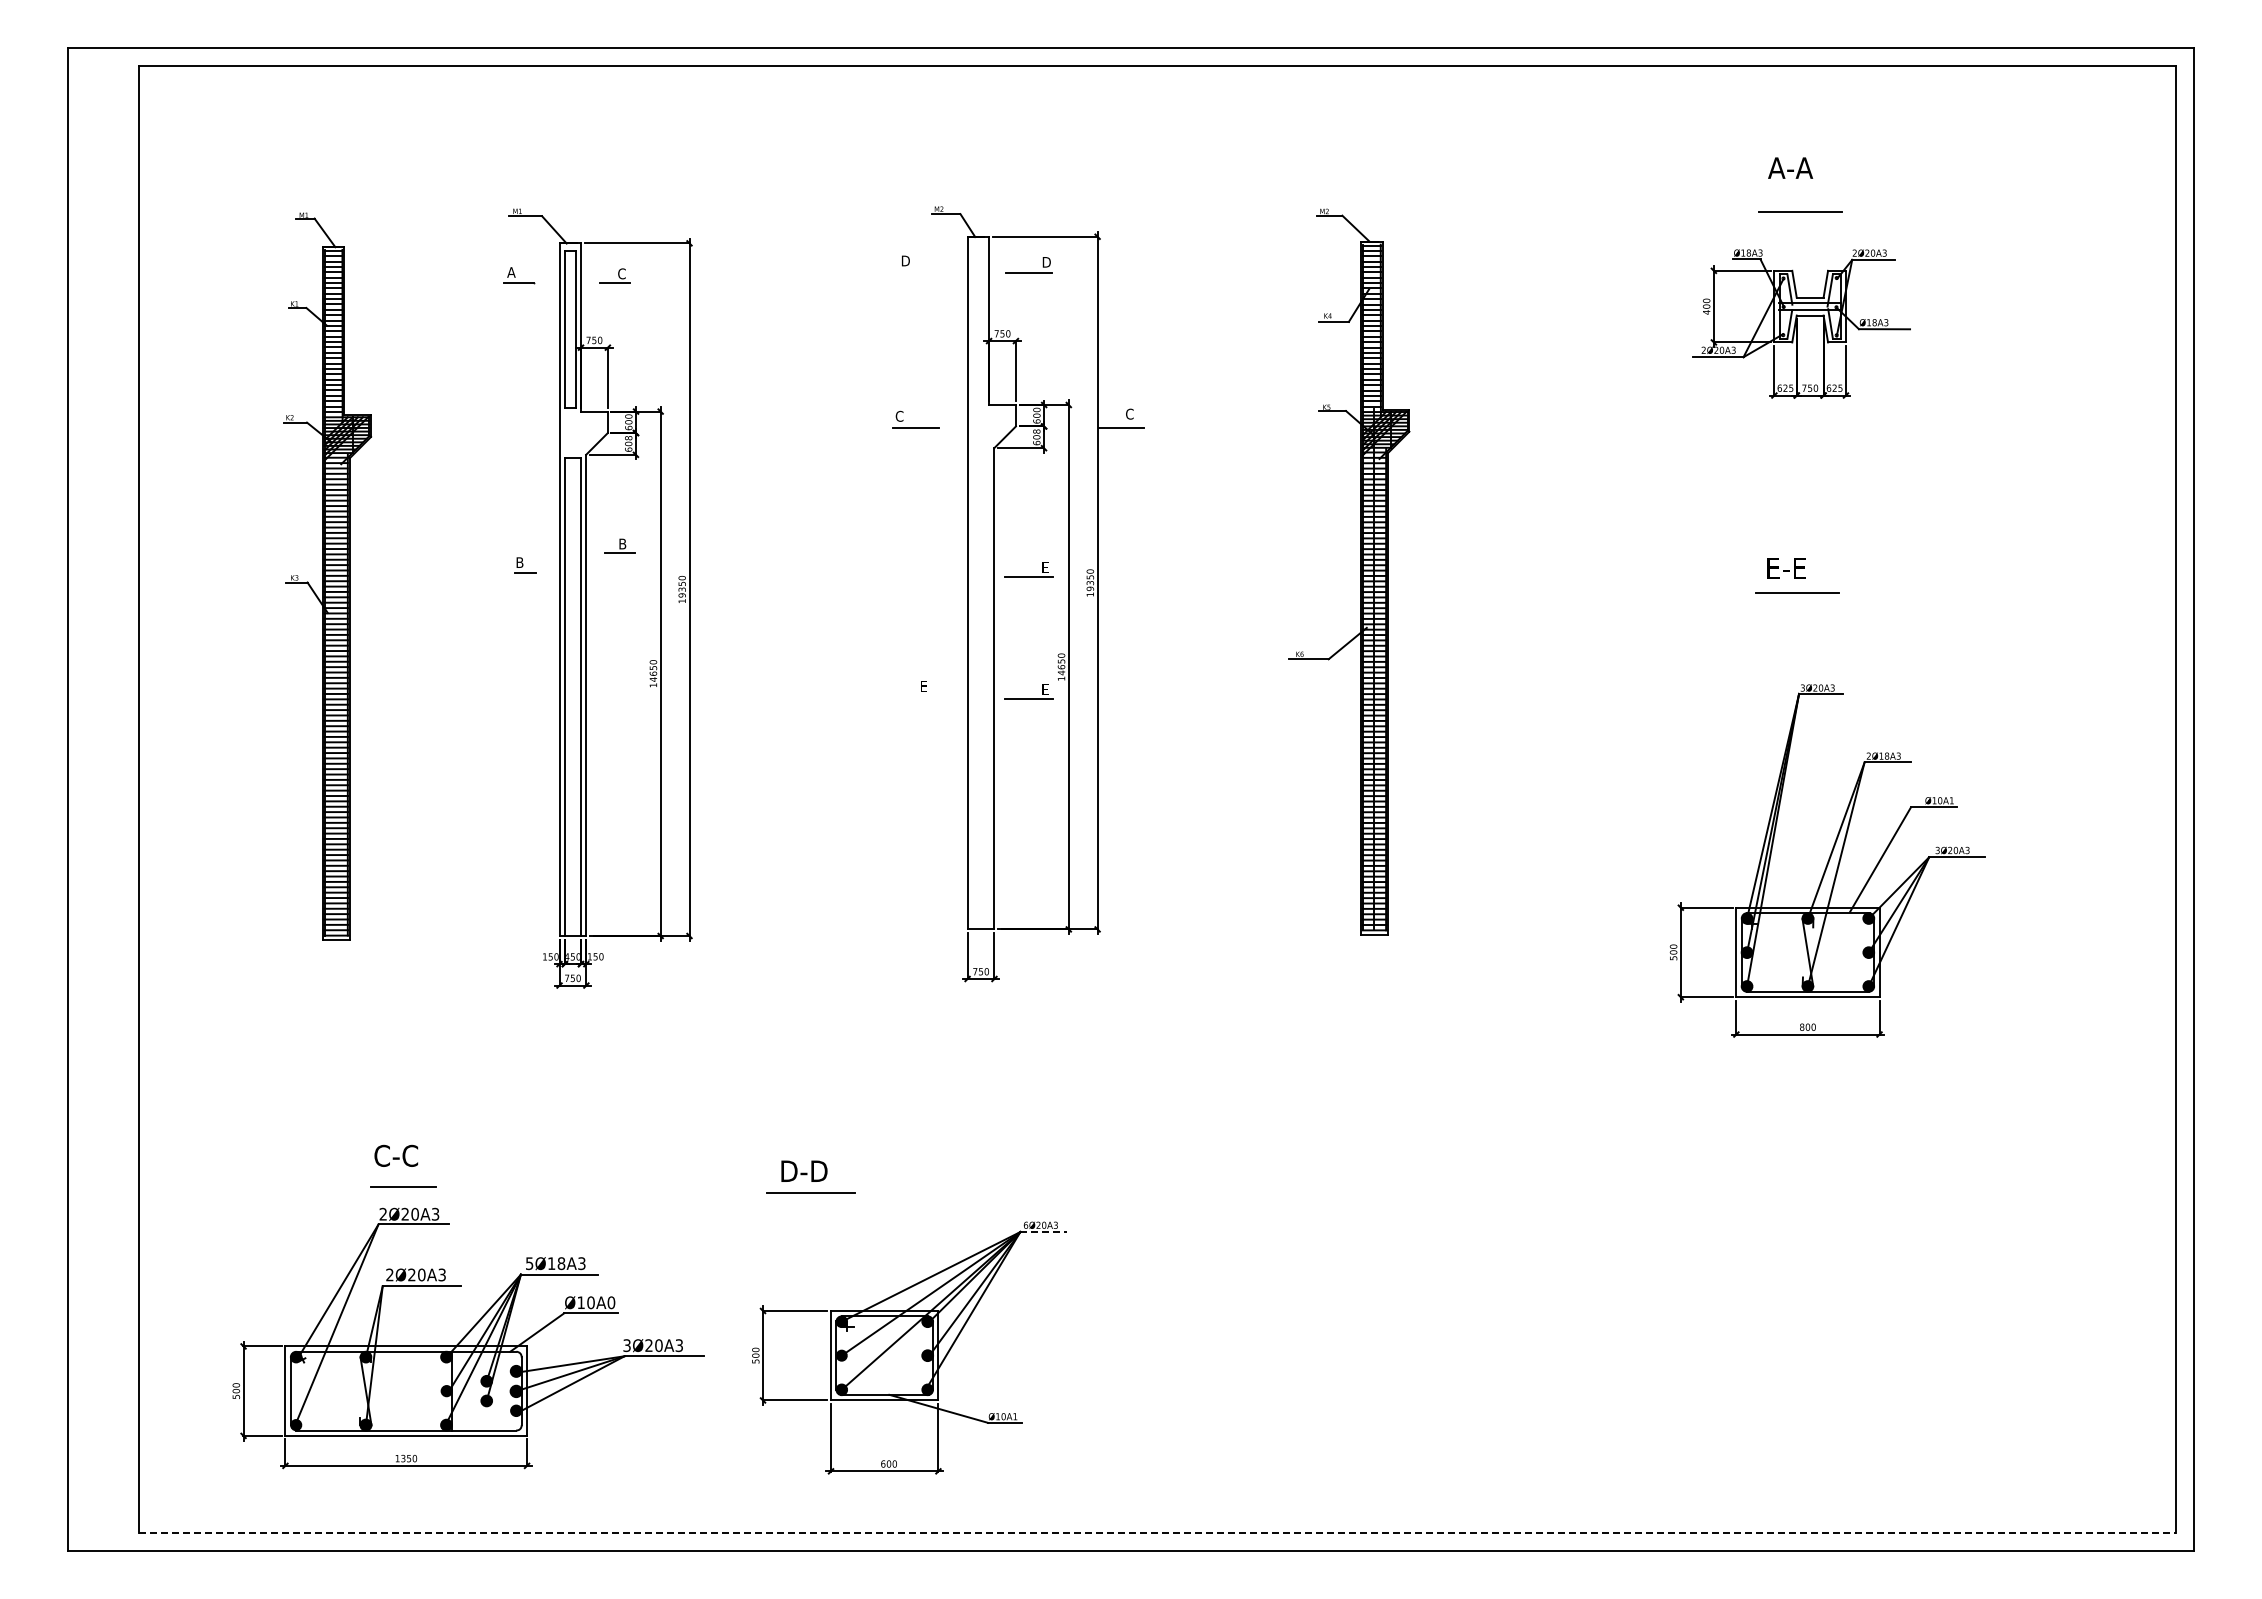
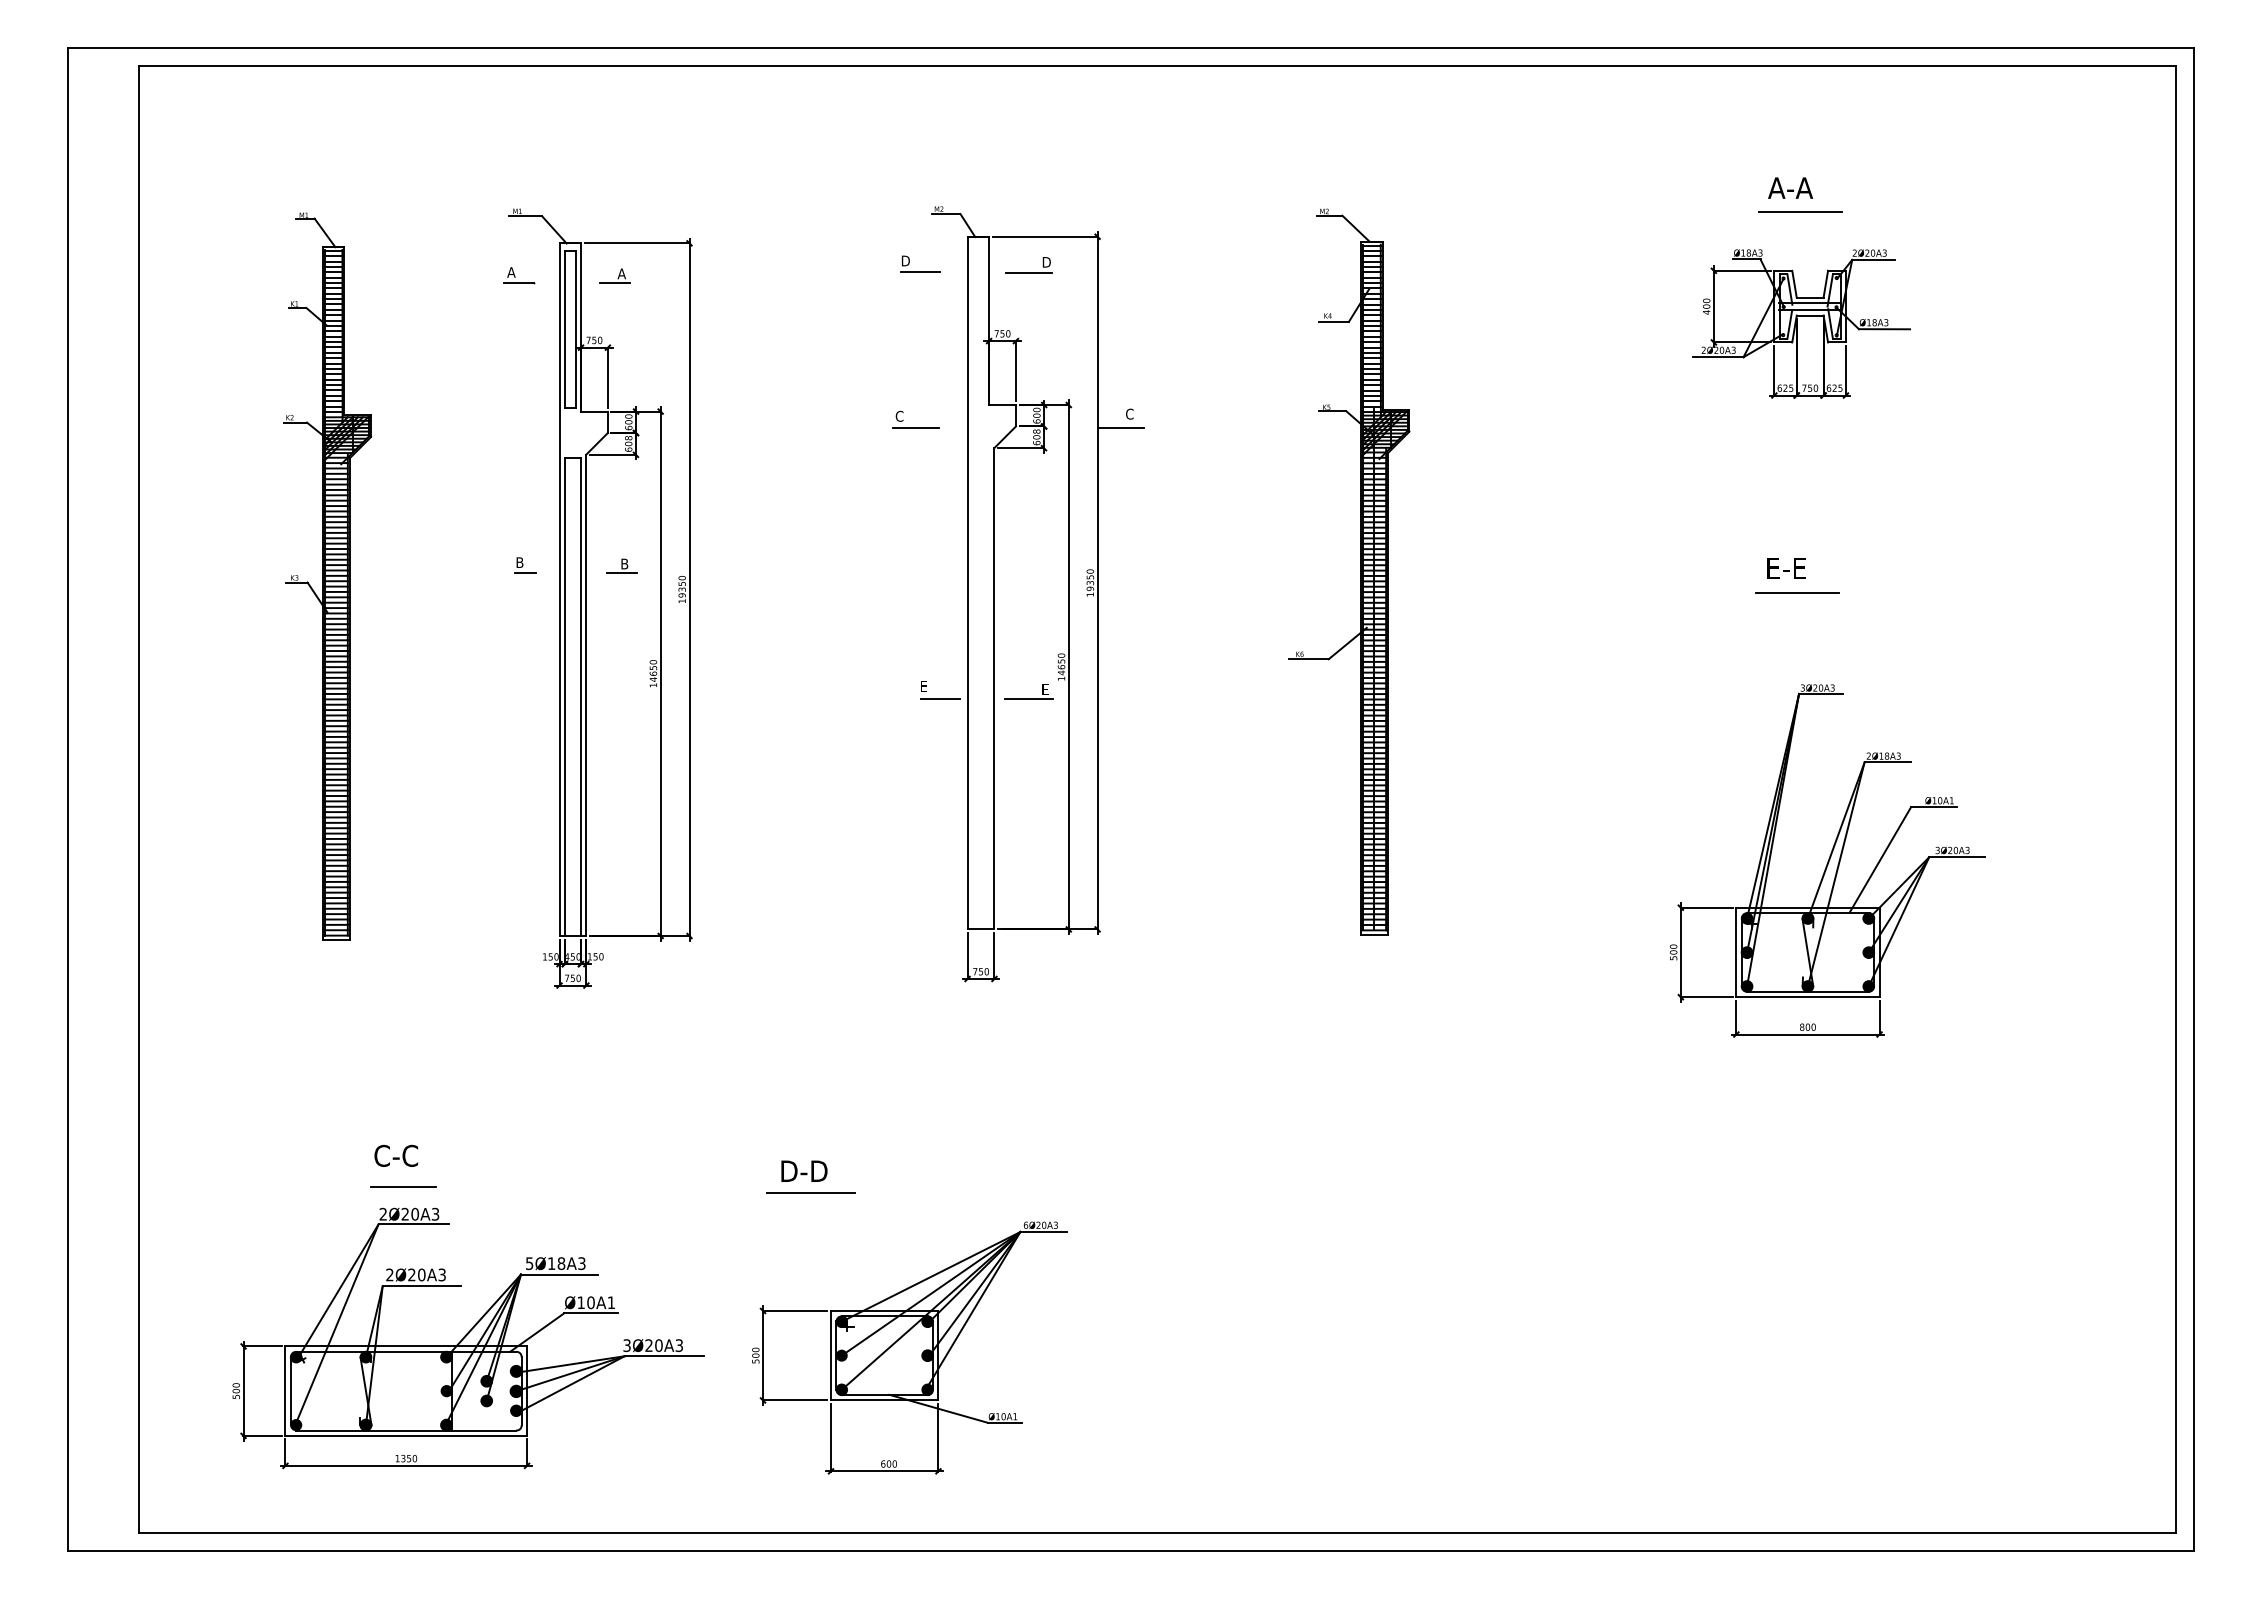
text at (1790, 167) position: (1790, 167) -> (1790, 187)
line at (920, 271): none -> present
text at (621, 273): C -> A
part at (619, 545) position: (619, 545) -> (621, 565)
part at (1028, 576): present -> none
line at (940, 698): none -> present
line at (1043, 1232): dashed -> solid
text at (611, 1302): Ø10A0 -> Ø10A1
line at (1158, 1533): dashed -> solid
